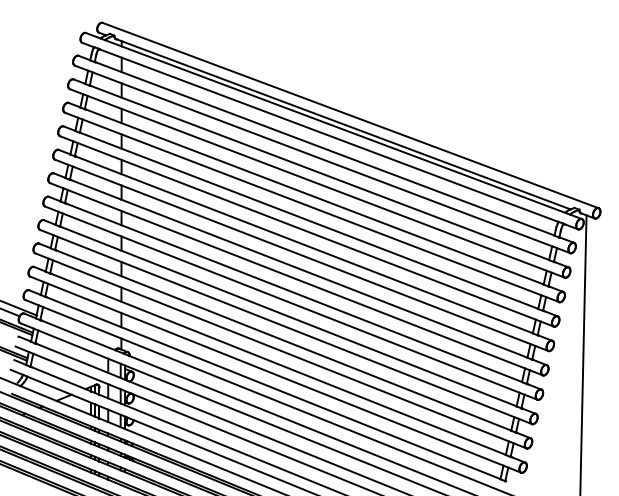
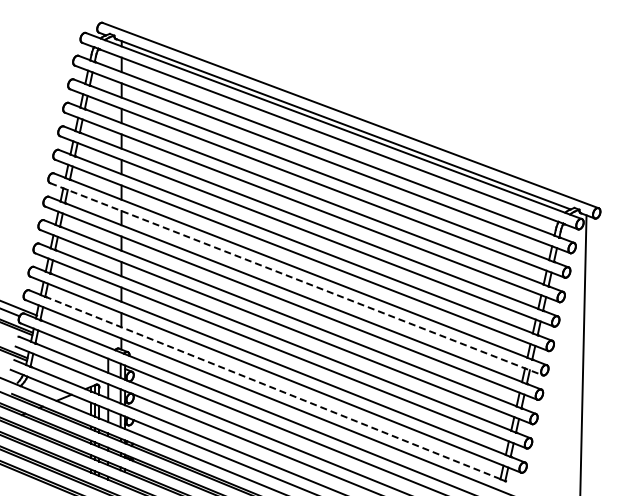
line at (297, 279): solid -> dashed
line at (273, 388): solid -> dashed
